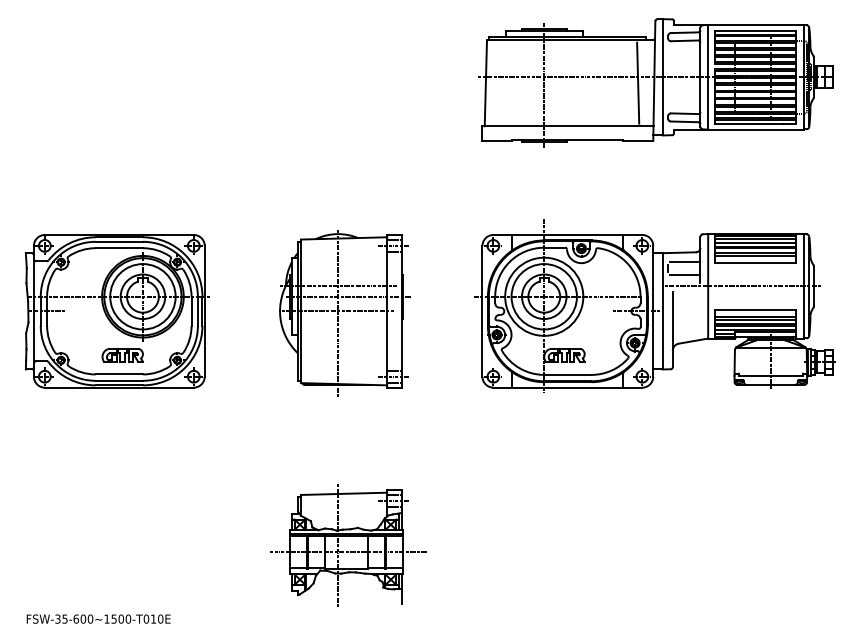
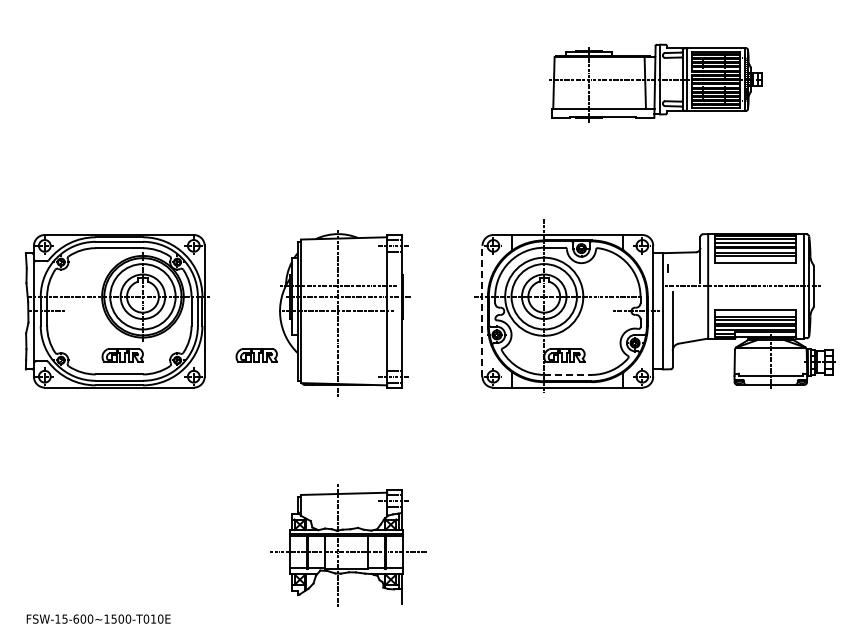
part at (655, 82) size: 356x130 px -> 214x80 px
line at (683, 261): present -> none
line at (683, 275): present -> none
line at (482, 310): solid -> dashed
part at (256, 355): none -> present
line at (567, 374): solid -> dashed
text at (57, 618): FSW-35-600~1500-T010E -> FSW-15-600~1500-T010E
